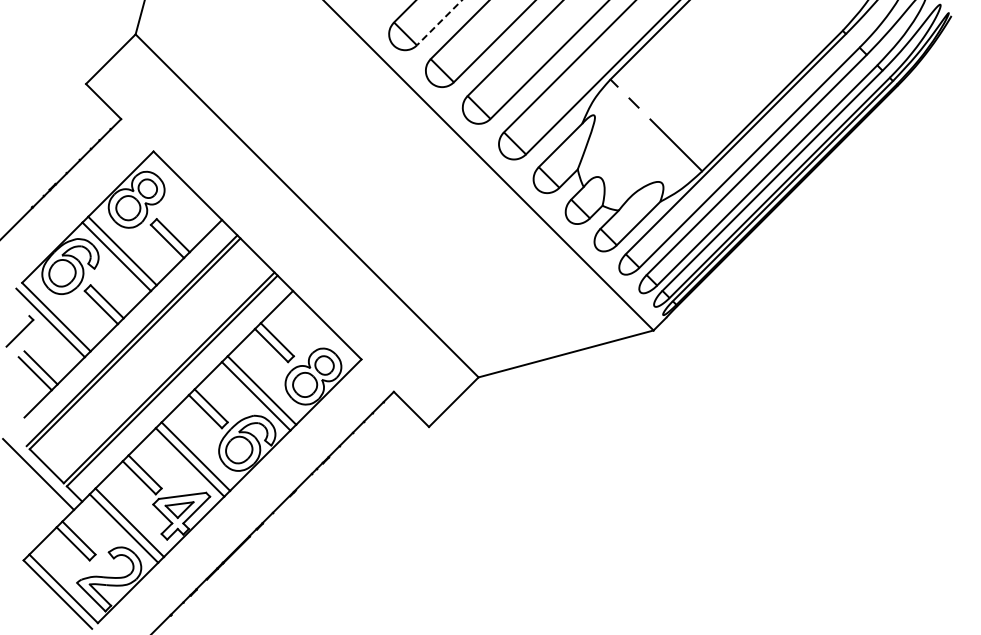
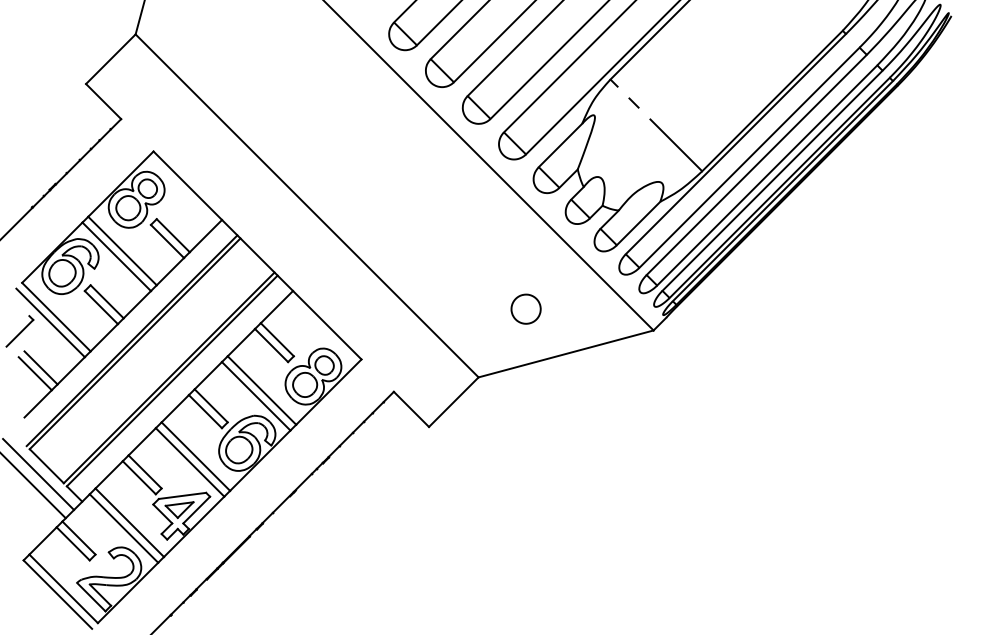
line at (439, 22): dashed -> solid
part at (525, 308): none -> present
line at (33, 486): none -> present
